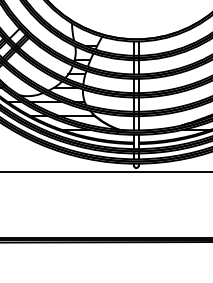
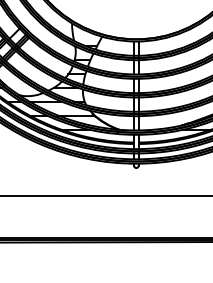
line at (105, 172) position: (105, 172) -> (105, 196)
